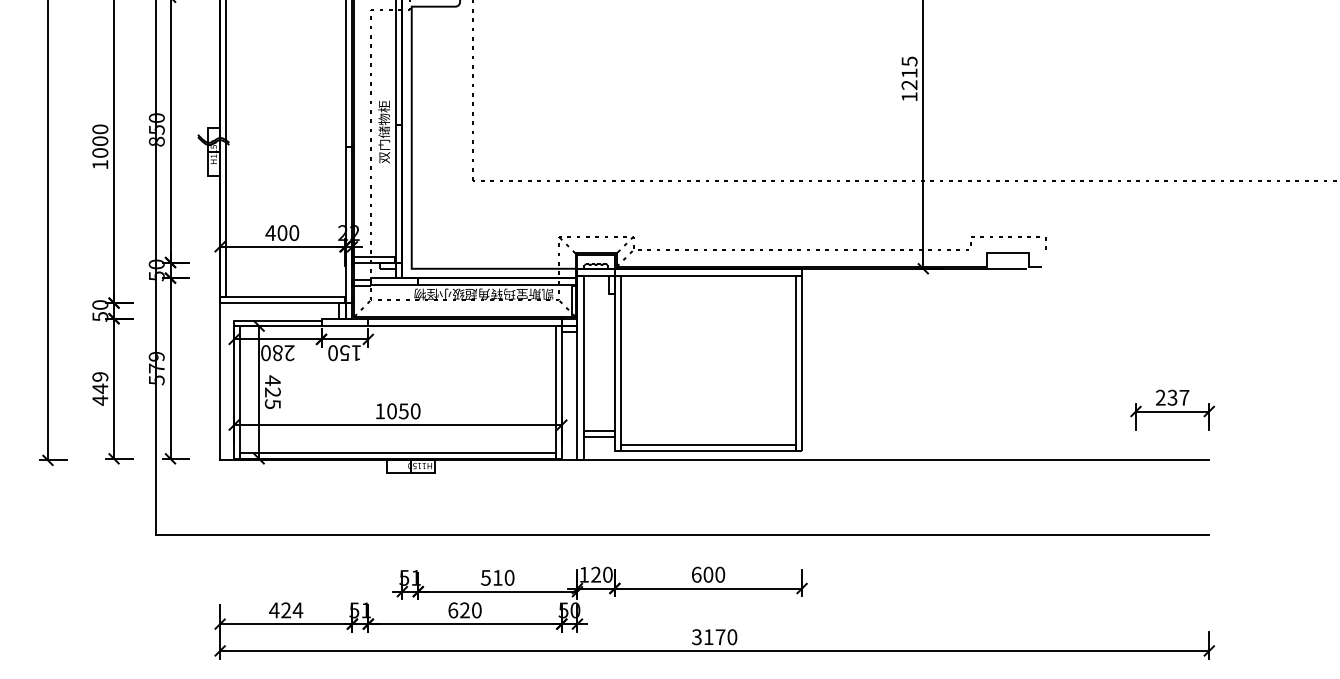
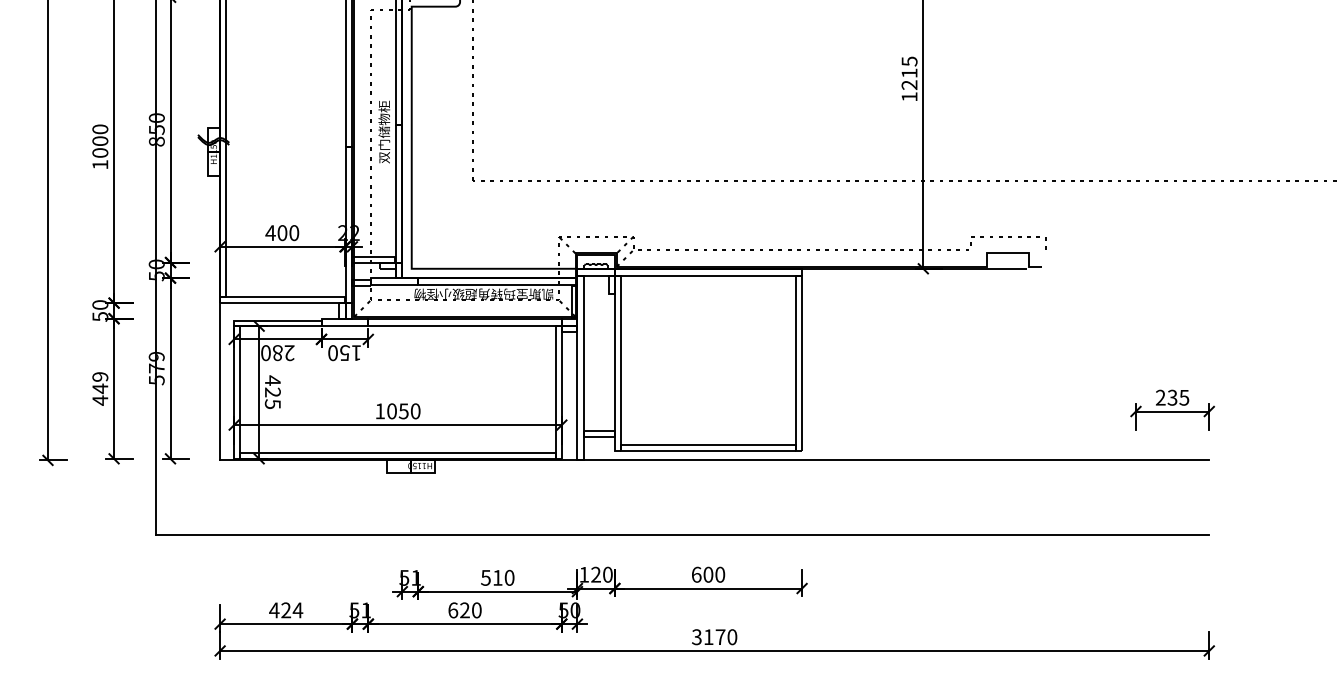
text at (1184, 397): 237 -> 235
